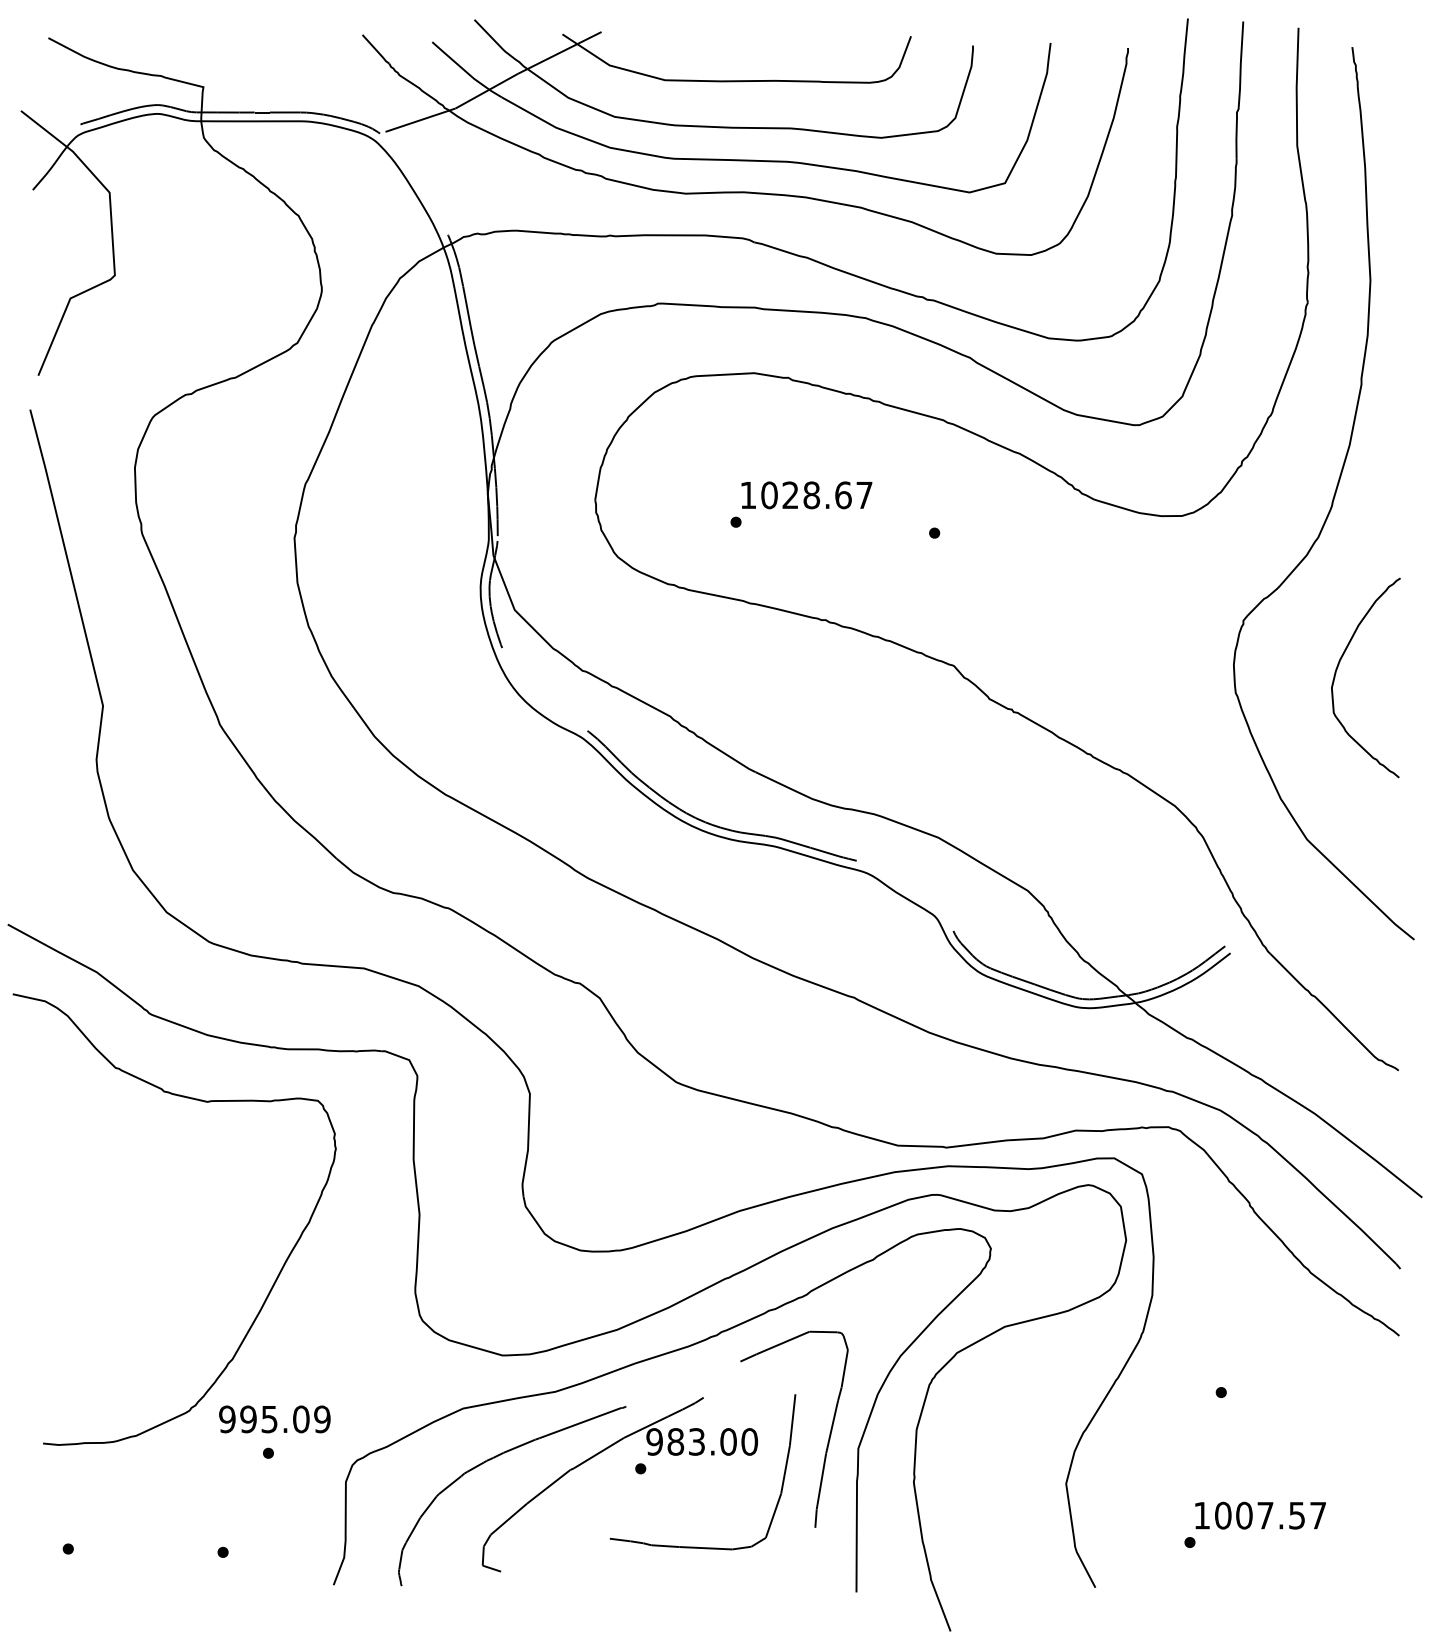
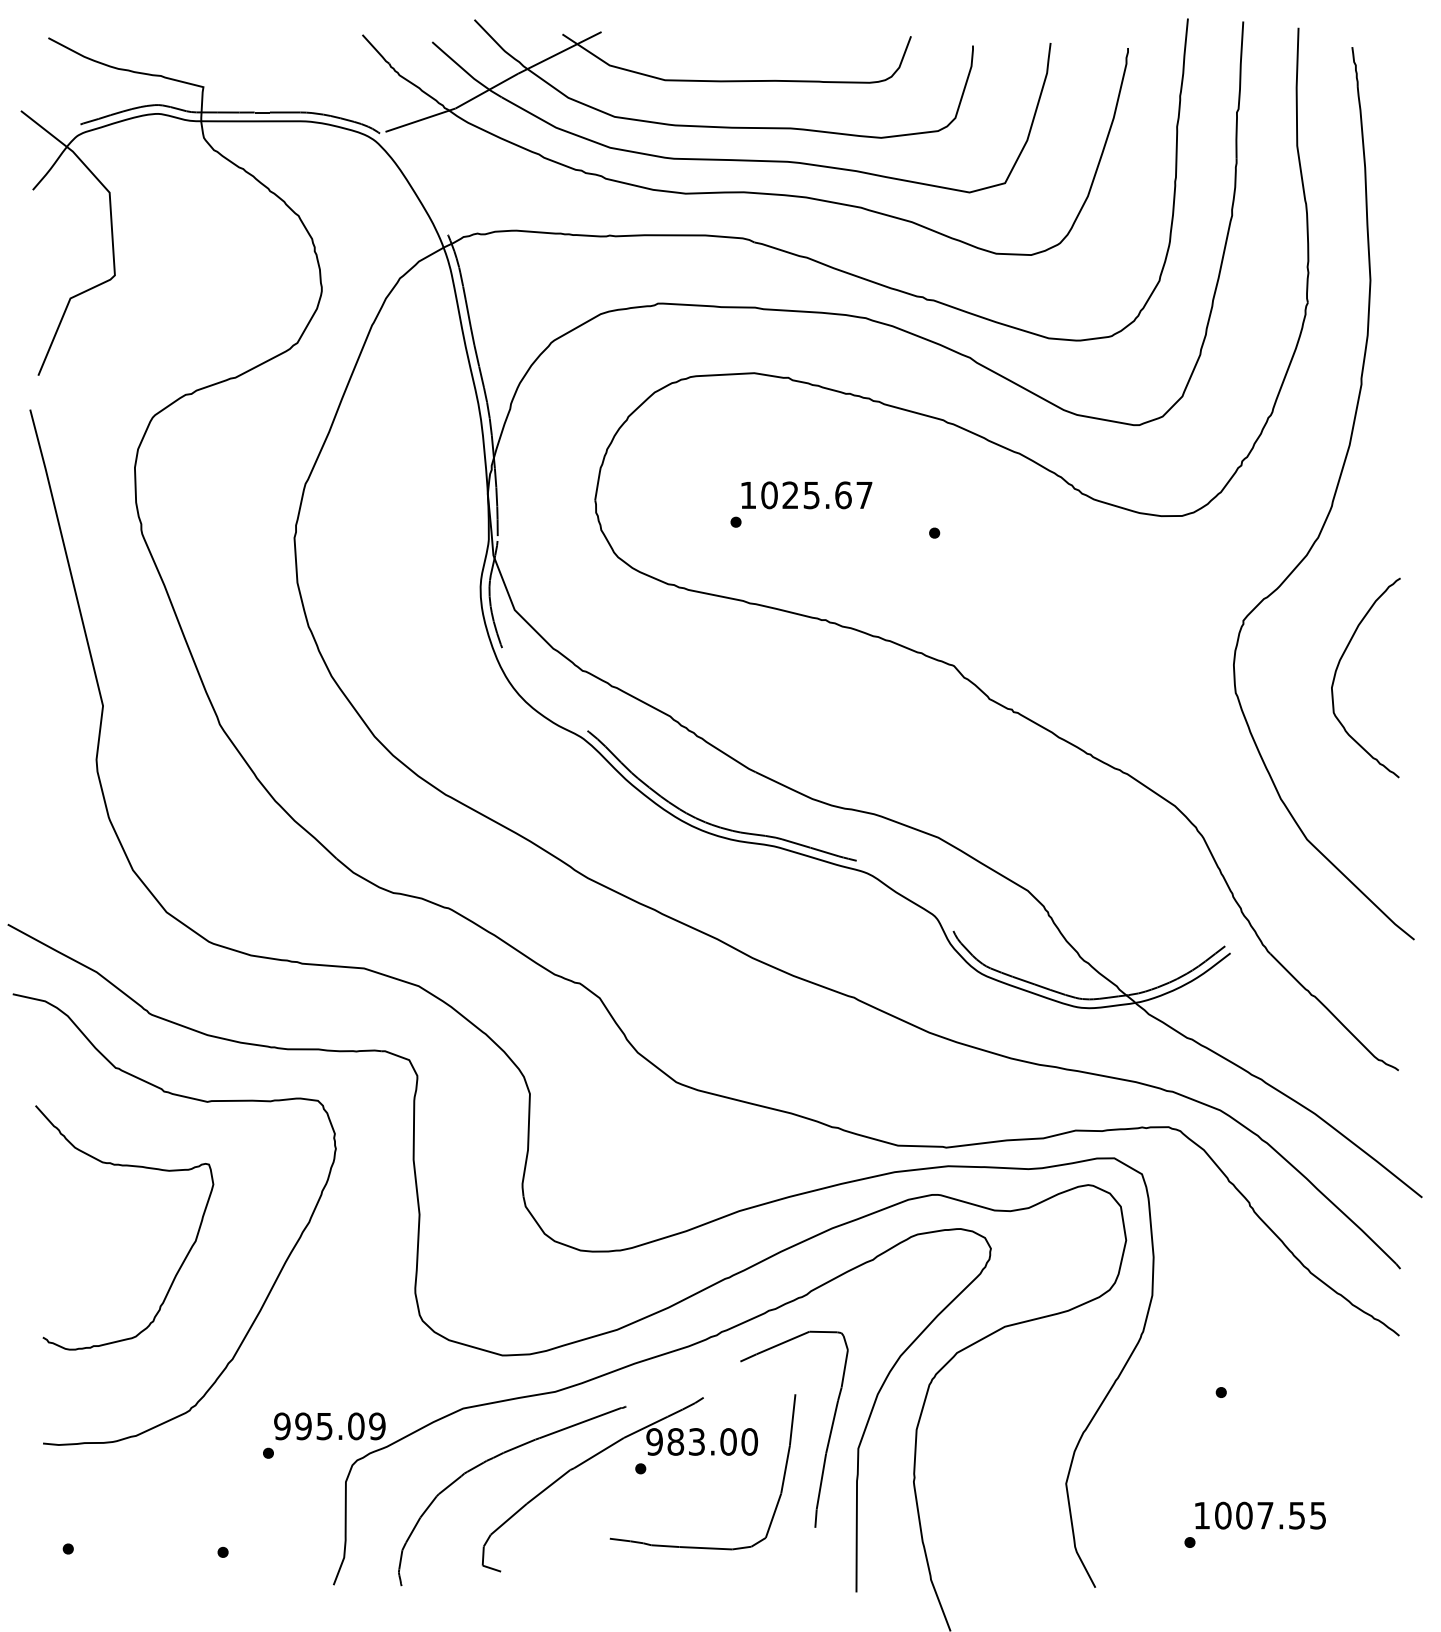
text at (811, 495): 1028.67 -> 1025.67
curve at (134, 1167): none -> present
text at (274, 1419) position: (274, 1419) -> (329, 1426)
text at (1317, 1515): 1007.57 -> 1007.55
